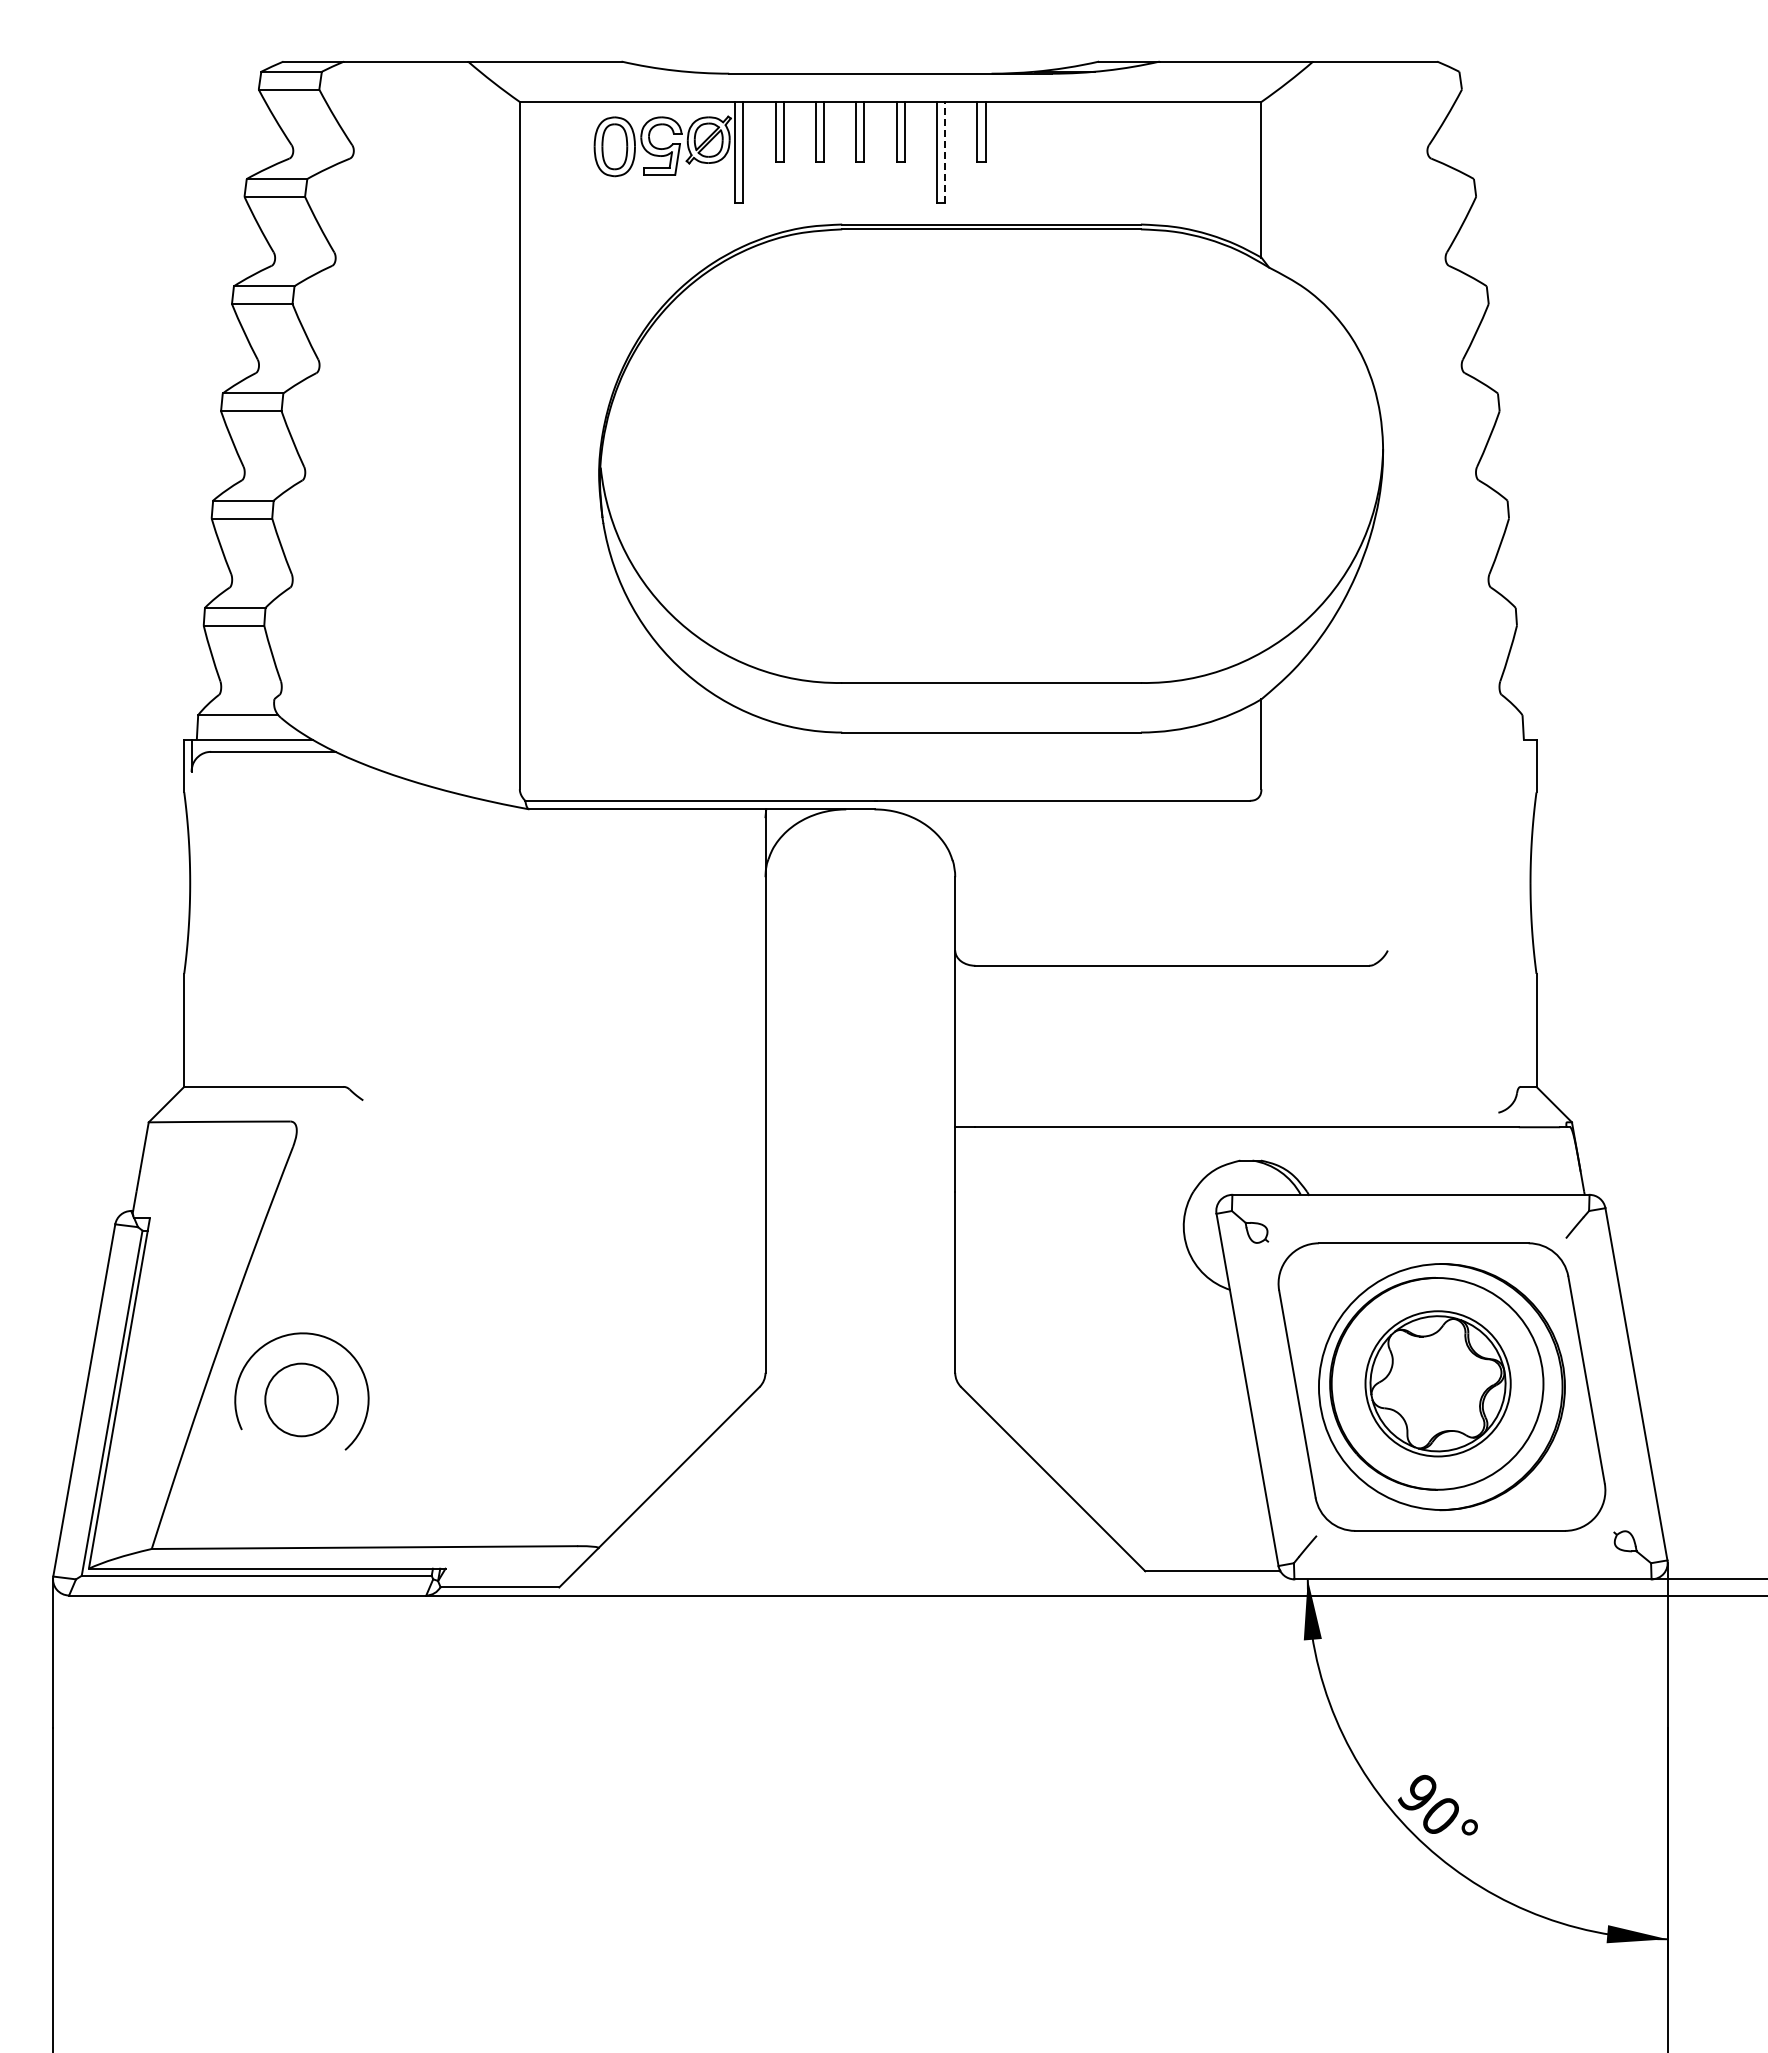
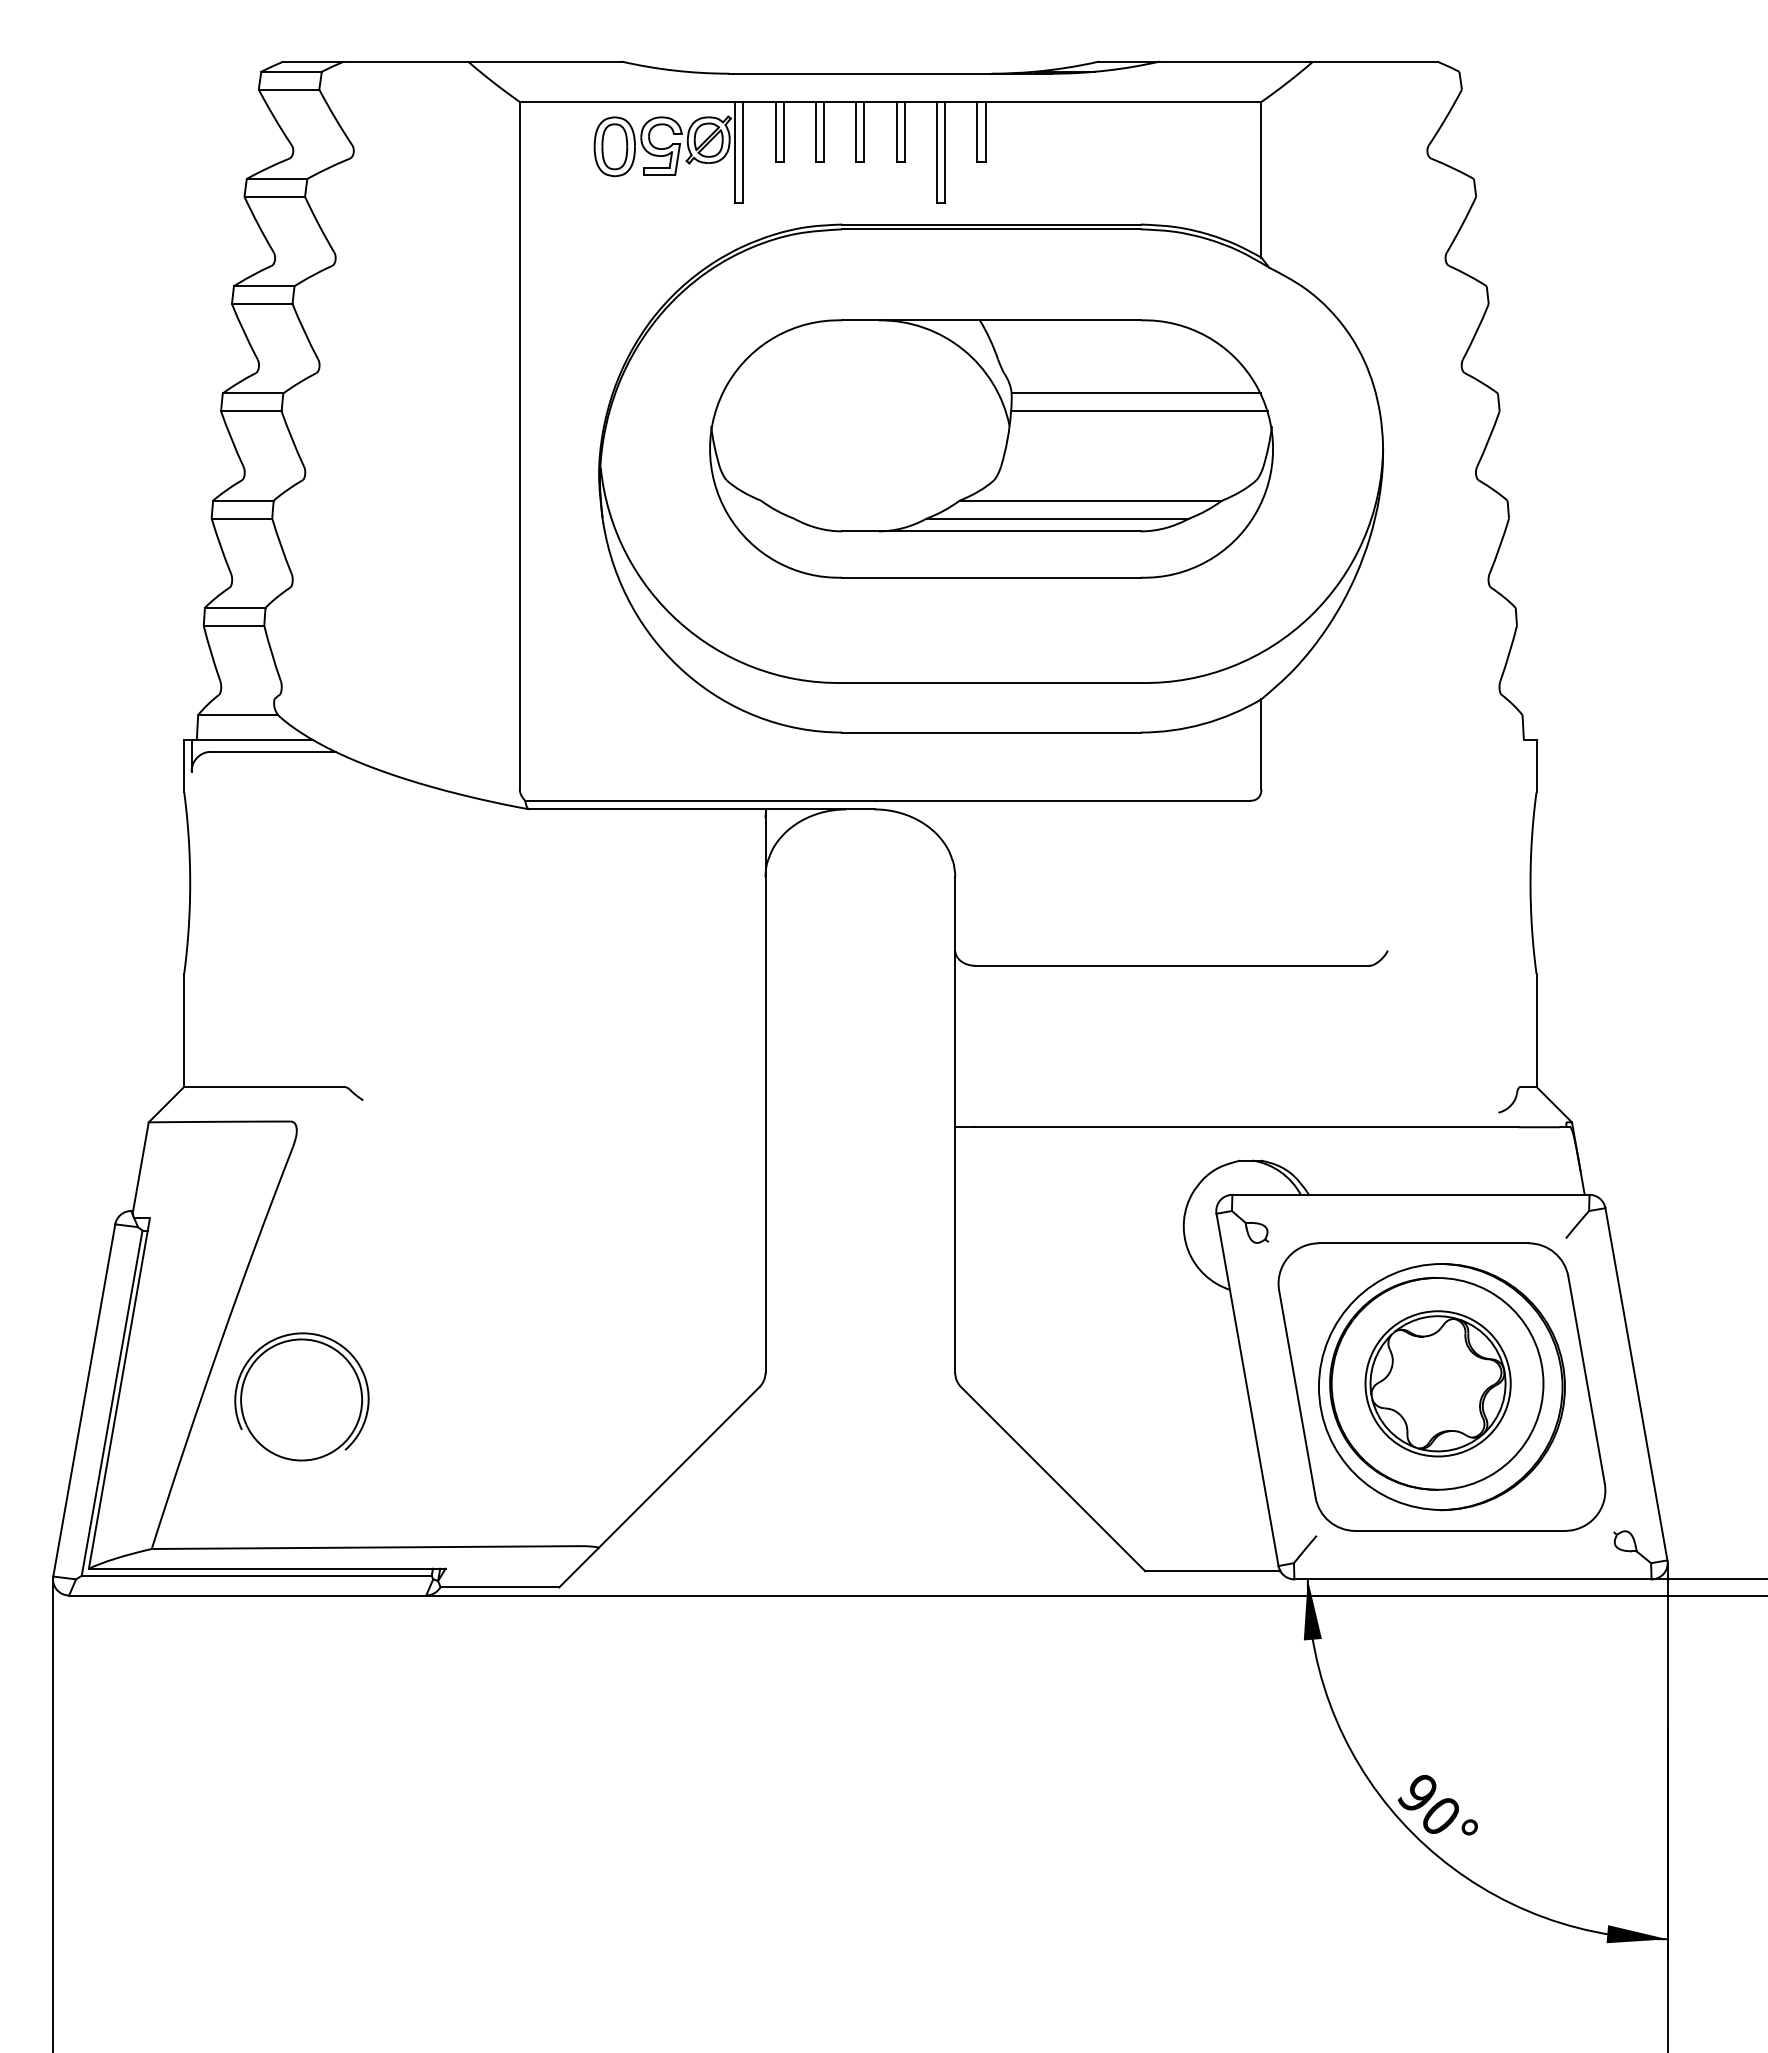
line at (945, 151): dashed -> solid
part at (991, 448): none -> present
circle at (301, 1399) diameter: 73 px -> 121 px
